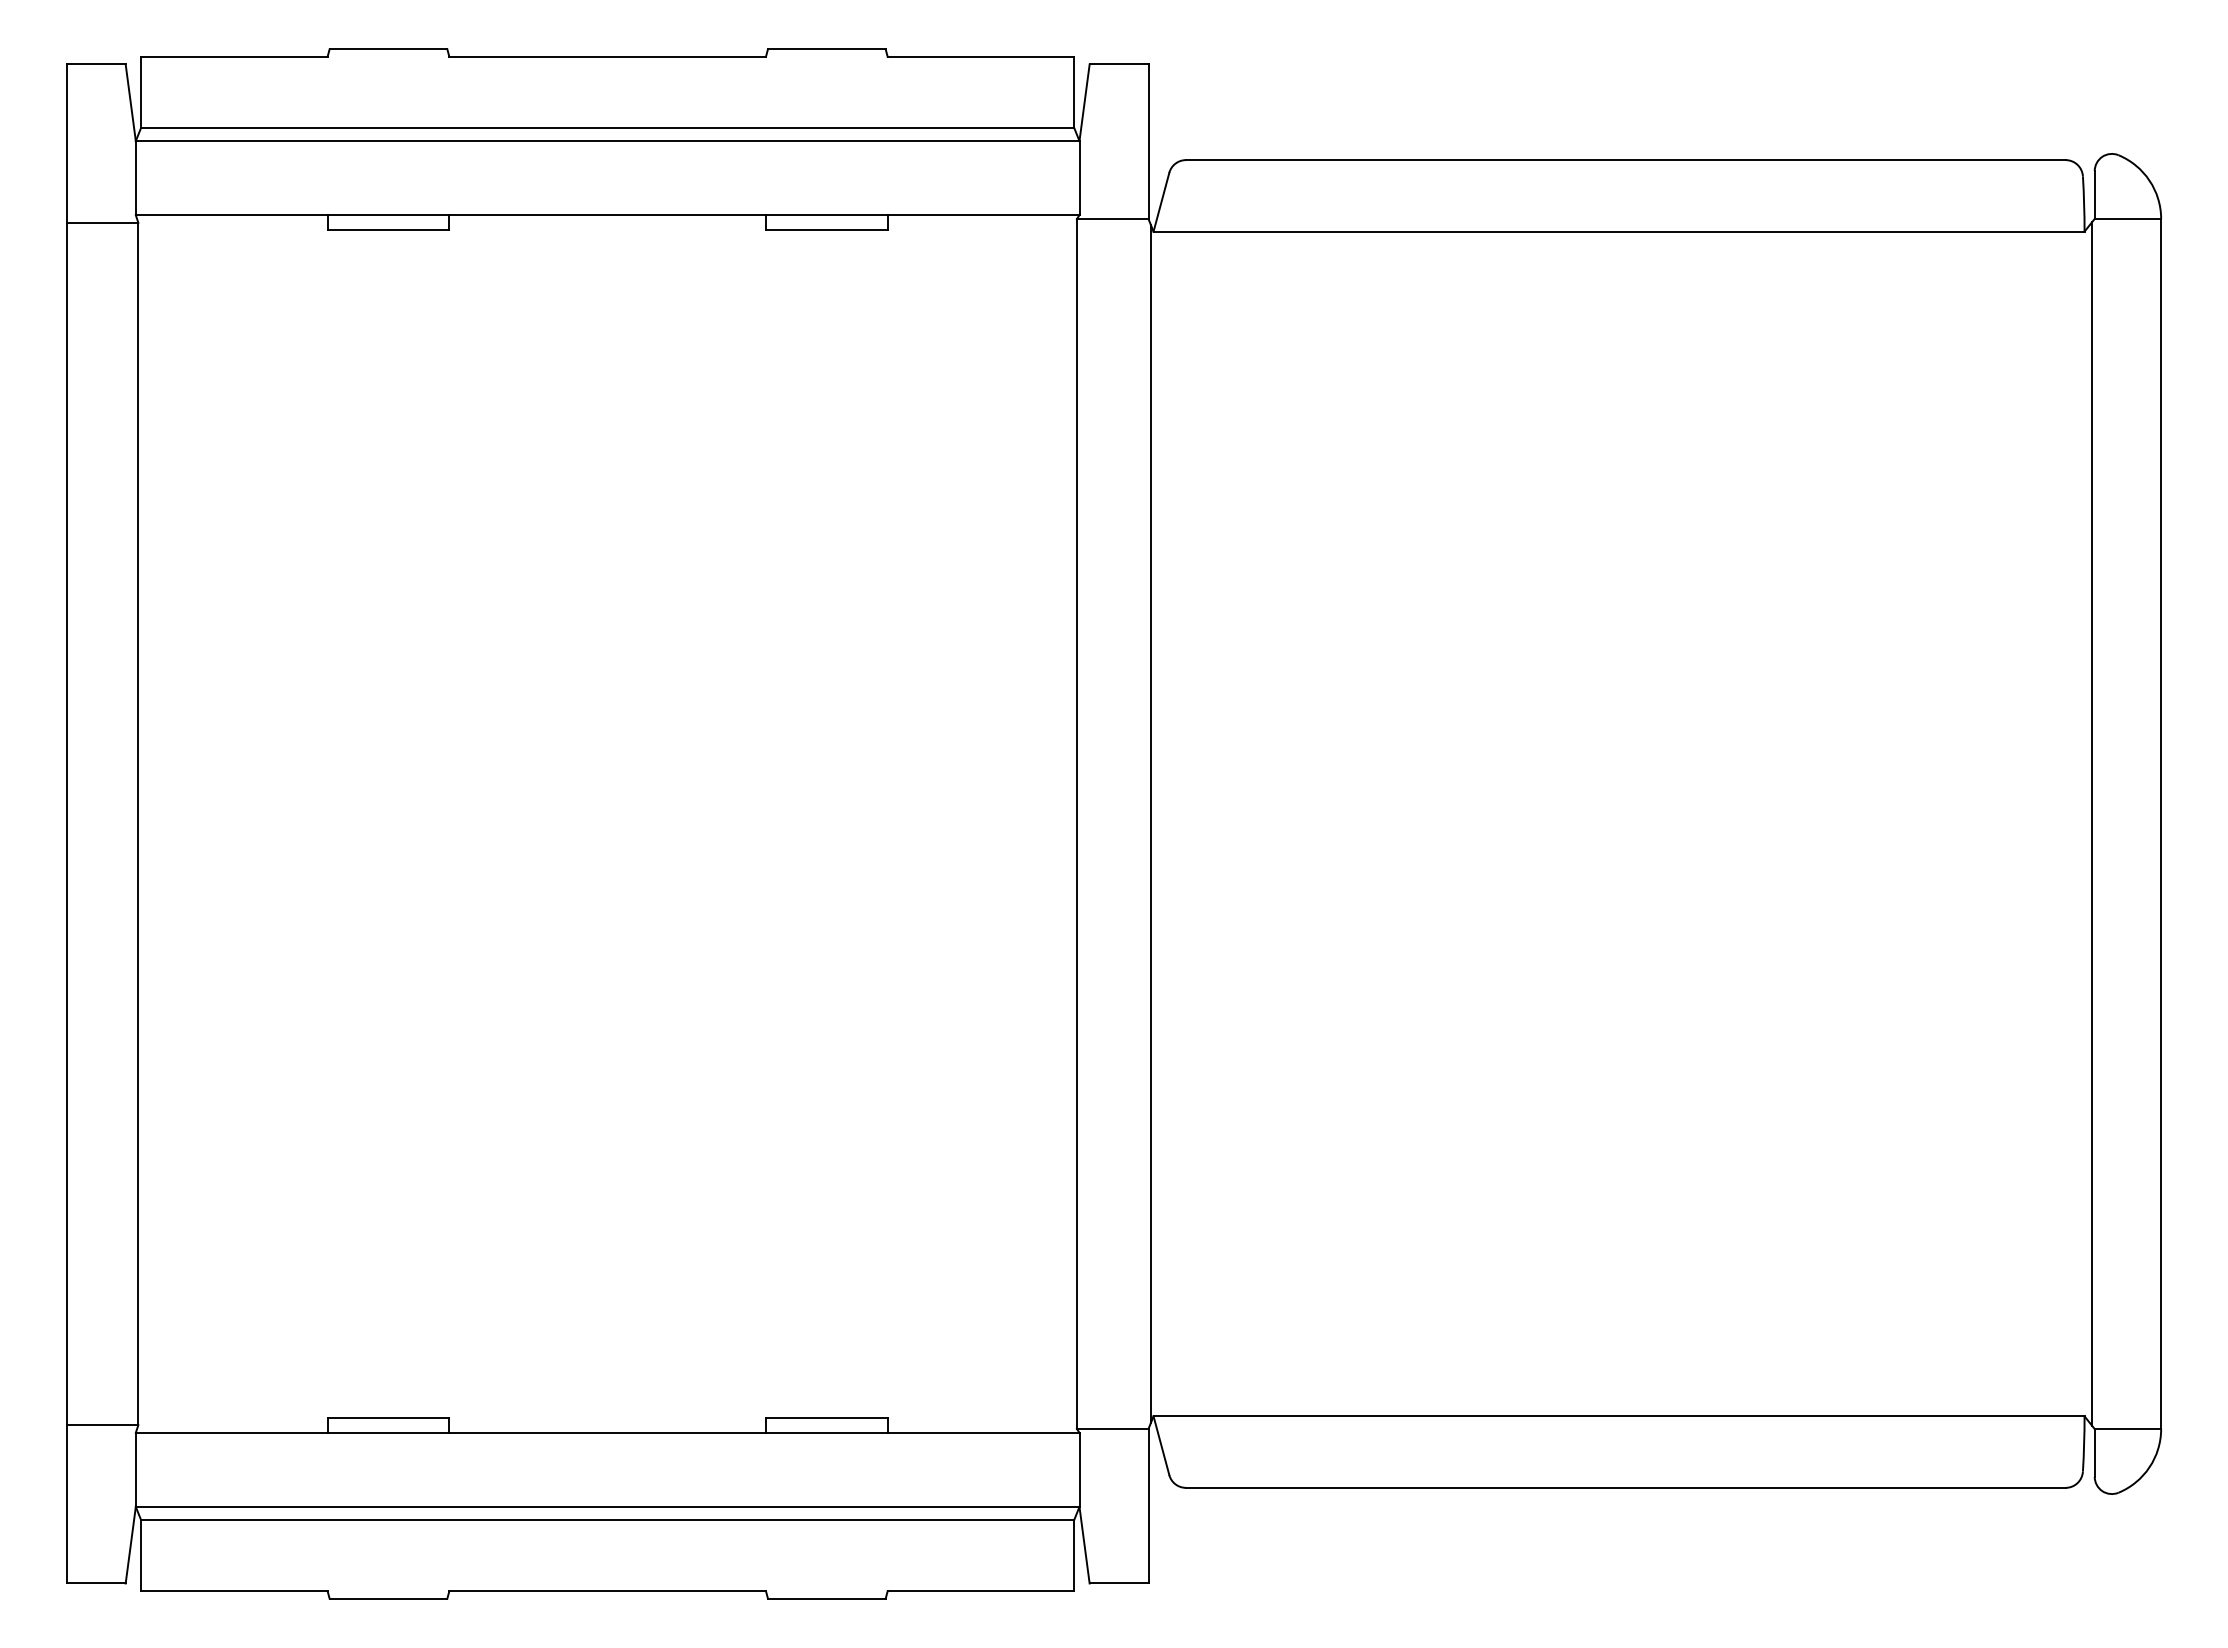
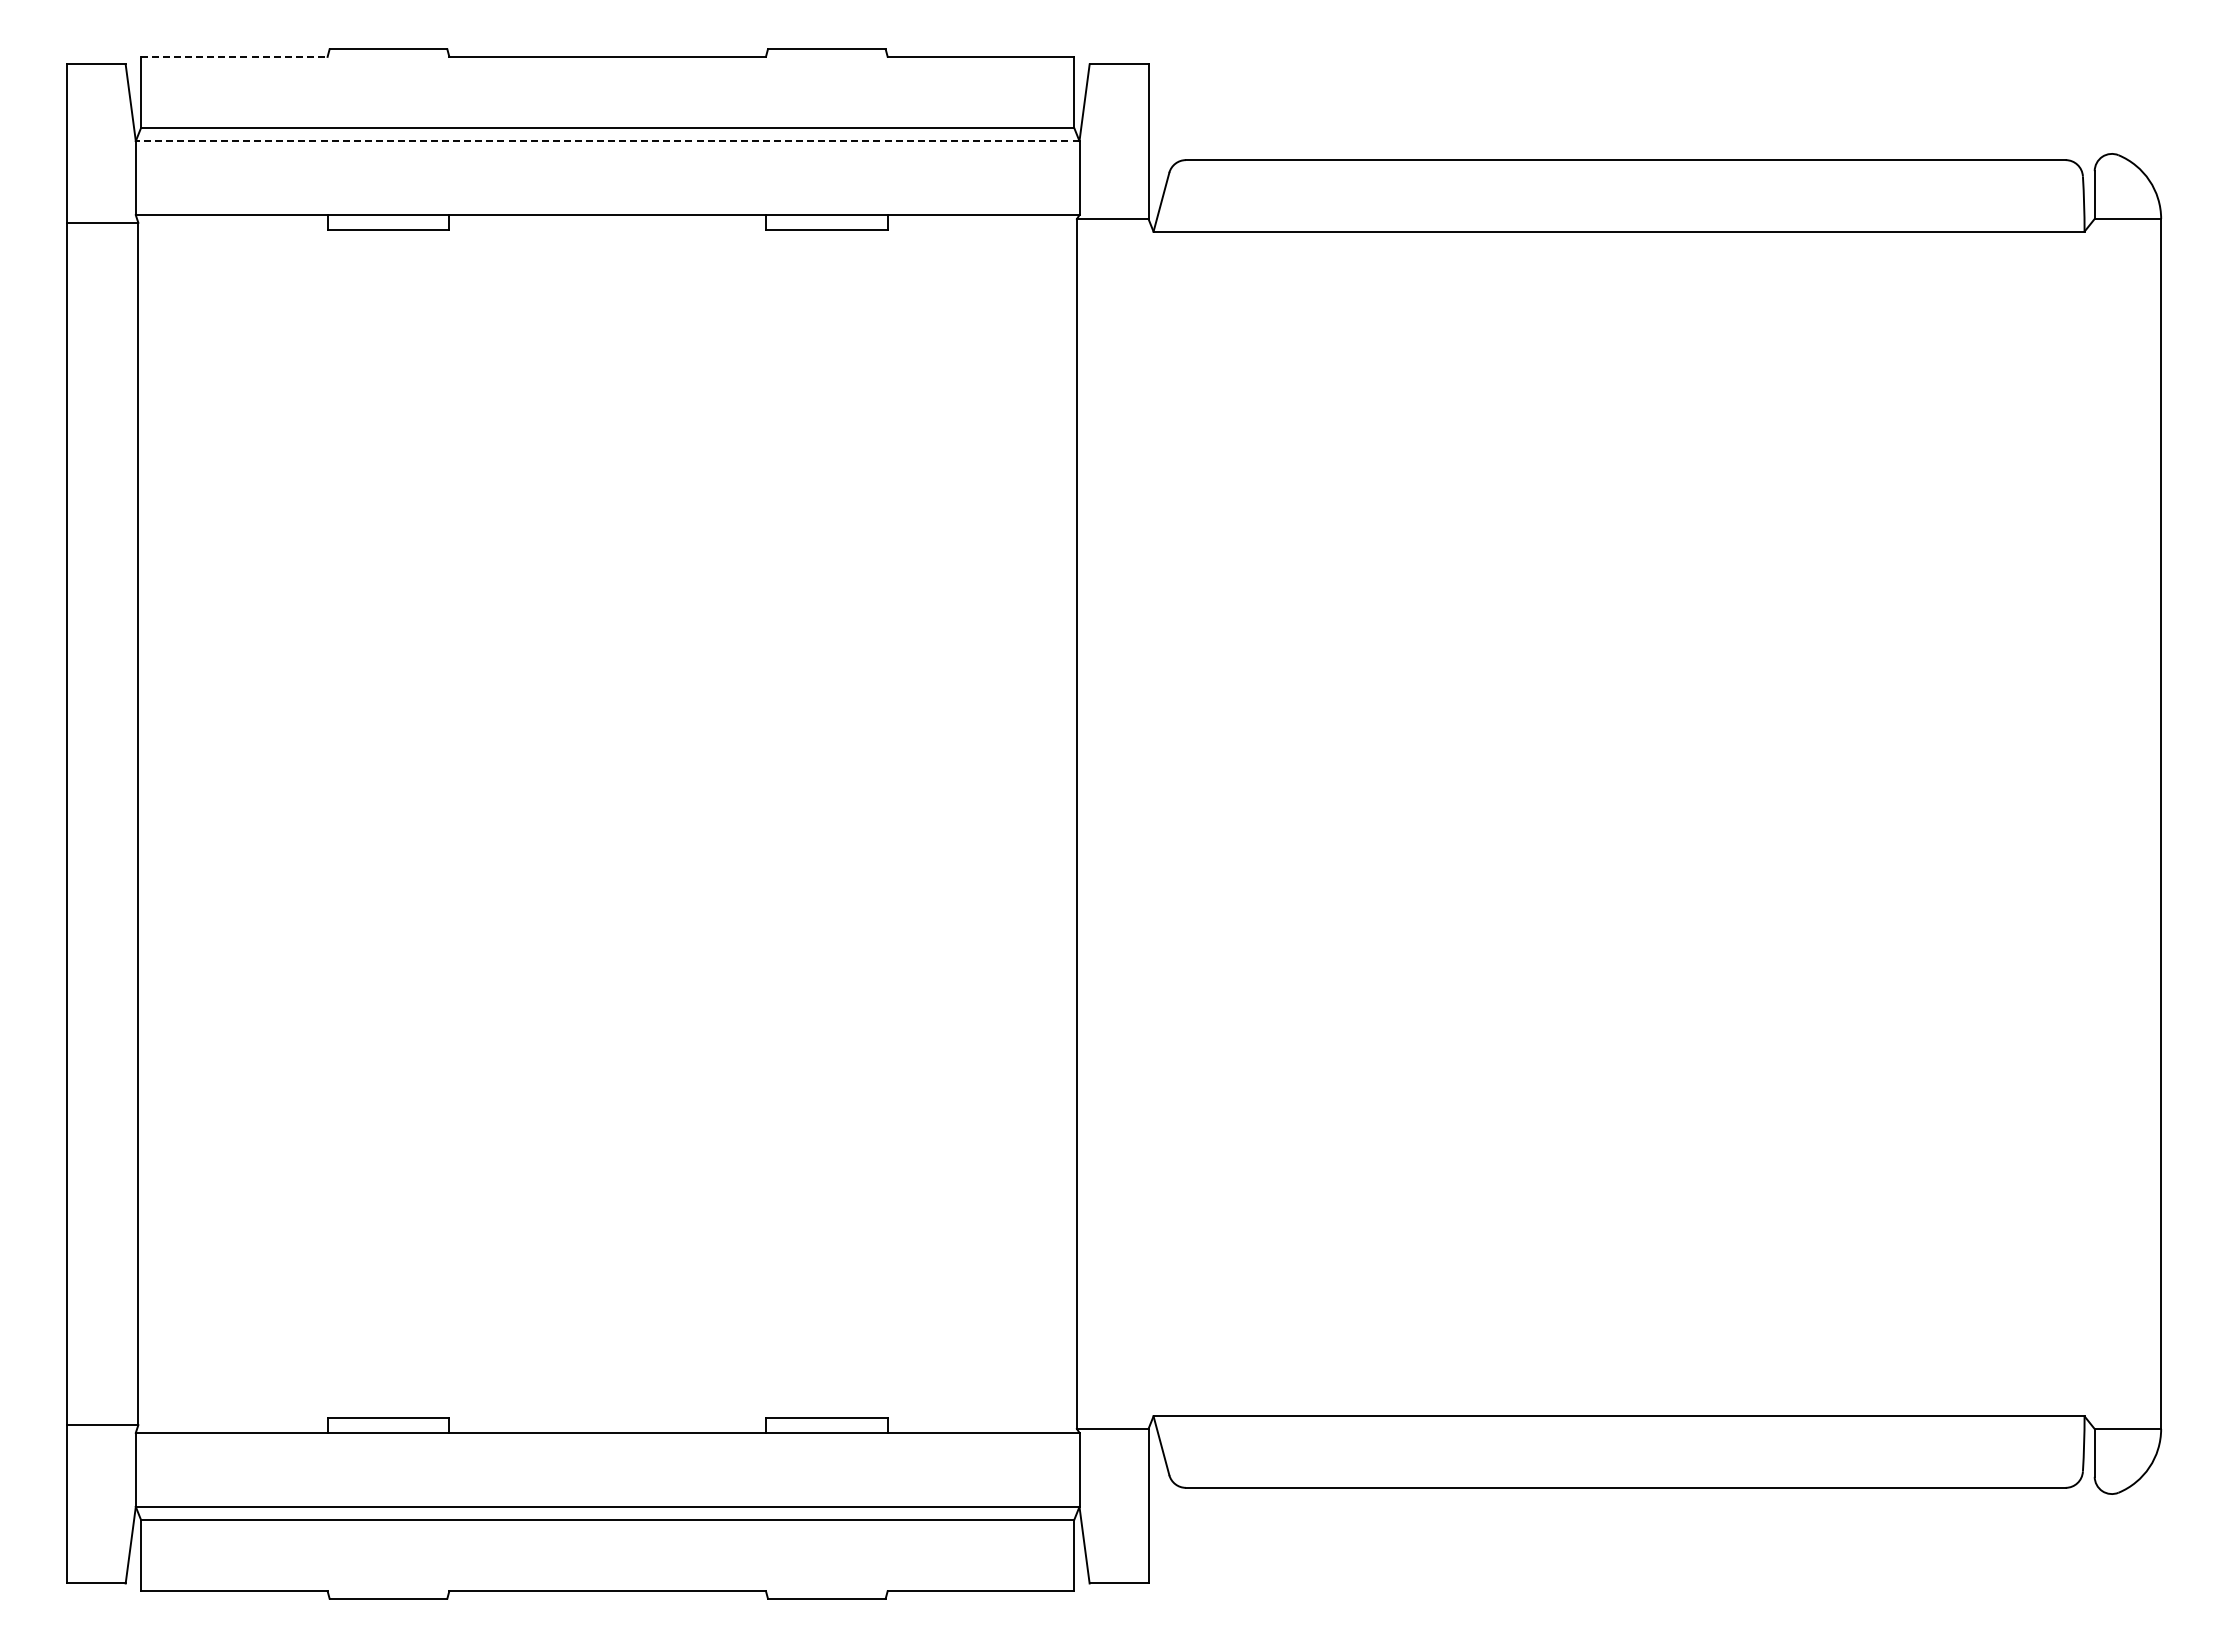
line at (234, 56): solid -> dashed
line at (607, 141): solid -> dashed
line at (1151, 823): present -> none
line at (2092, 823): present -> none
